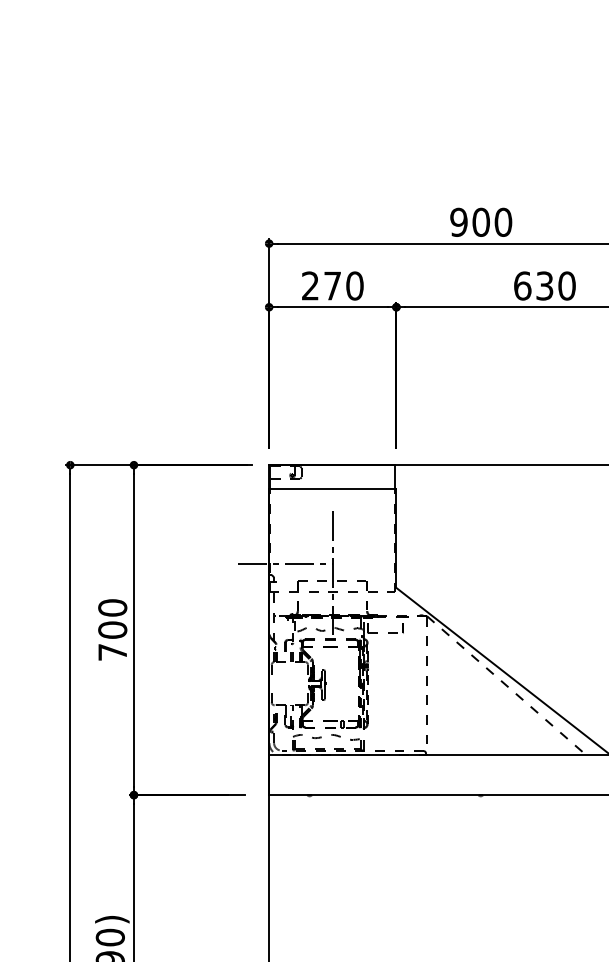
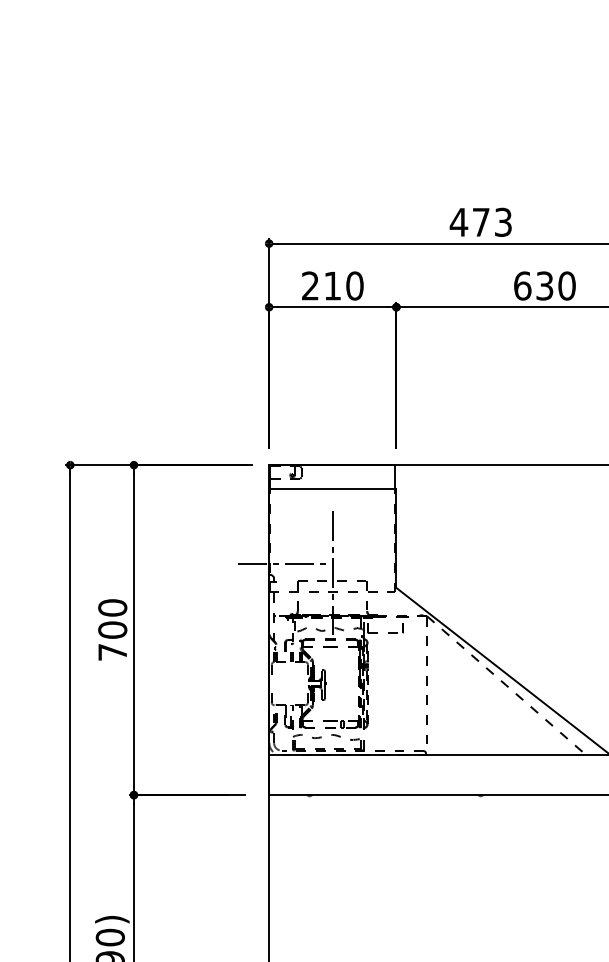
text at (480, 221): 900 -> 473
text at (332, 285): 270 -> 210
